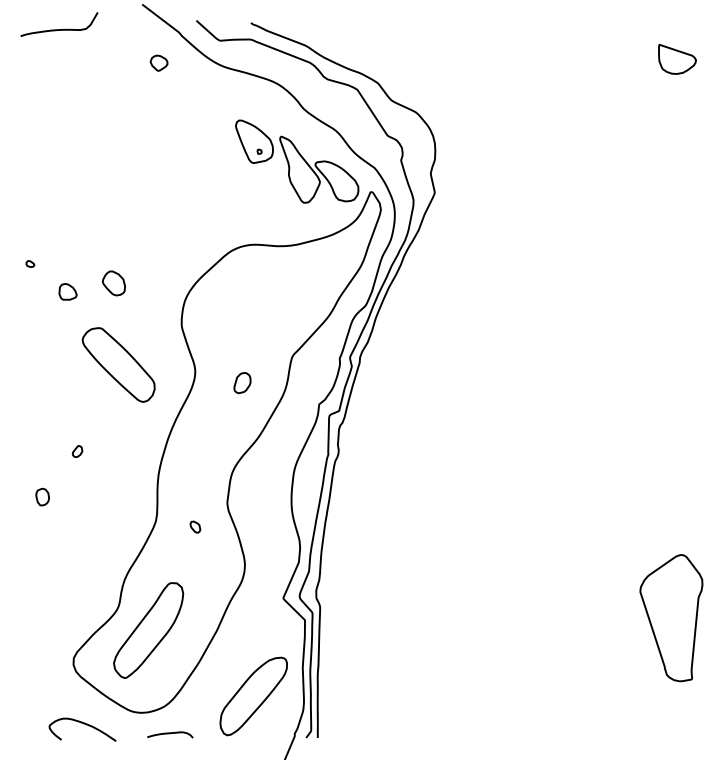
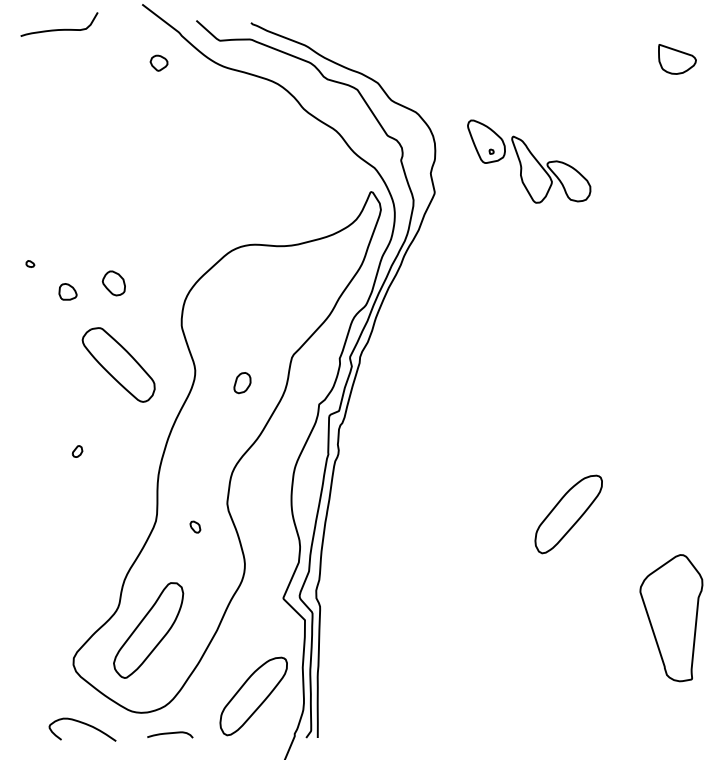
part at (297, 161) position: (297, 161) -> (529, 161)
part at (42, 496): present -> none
part at (568, 514): none -> present
